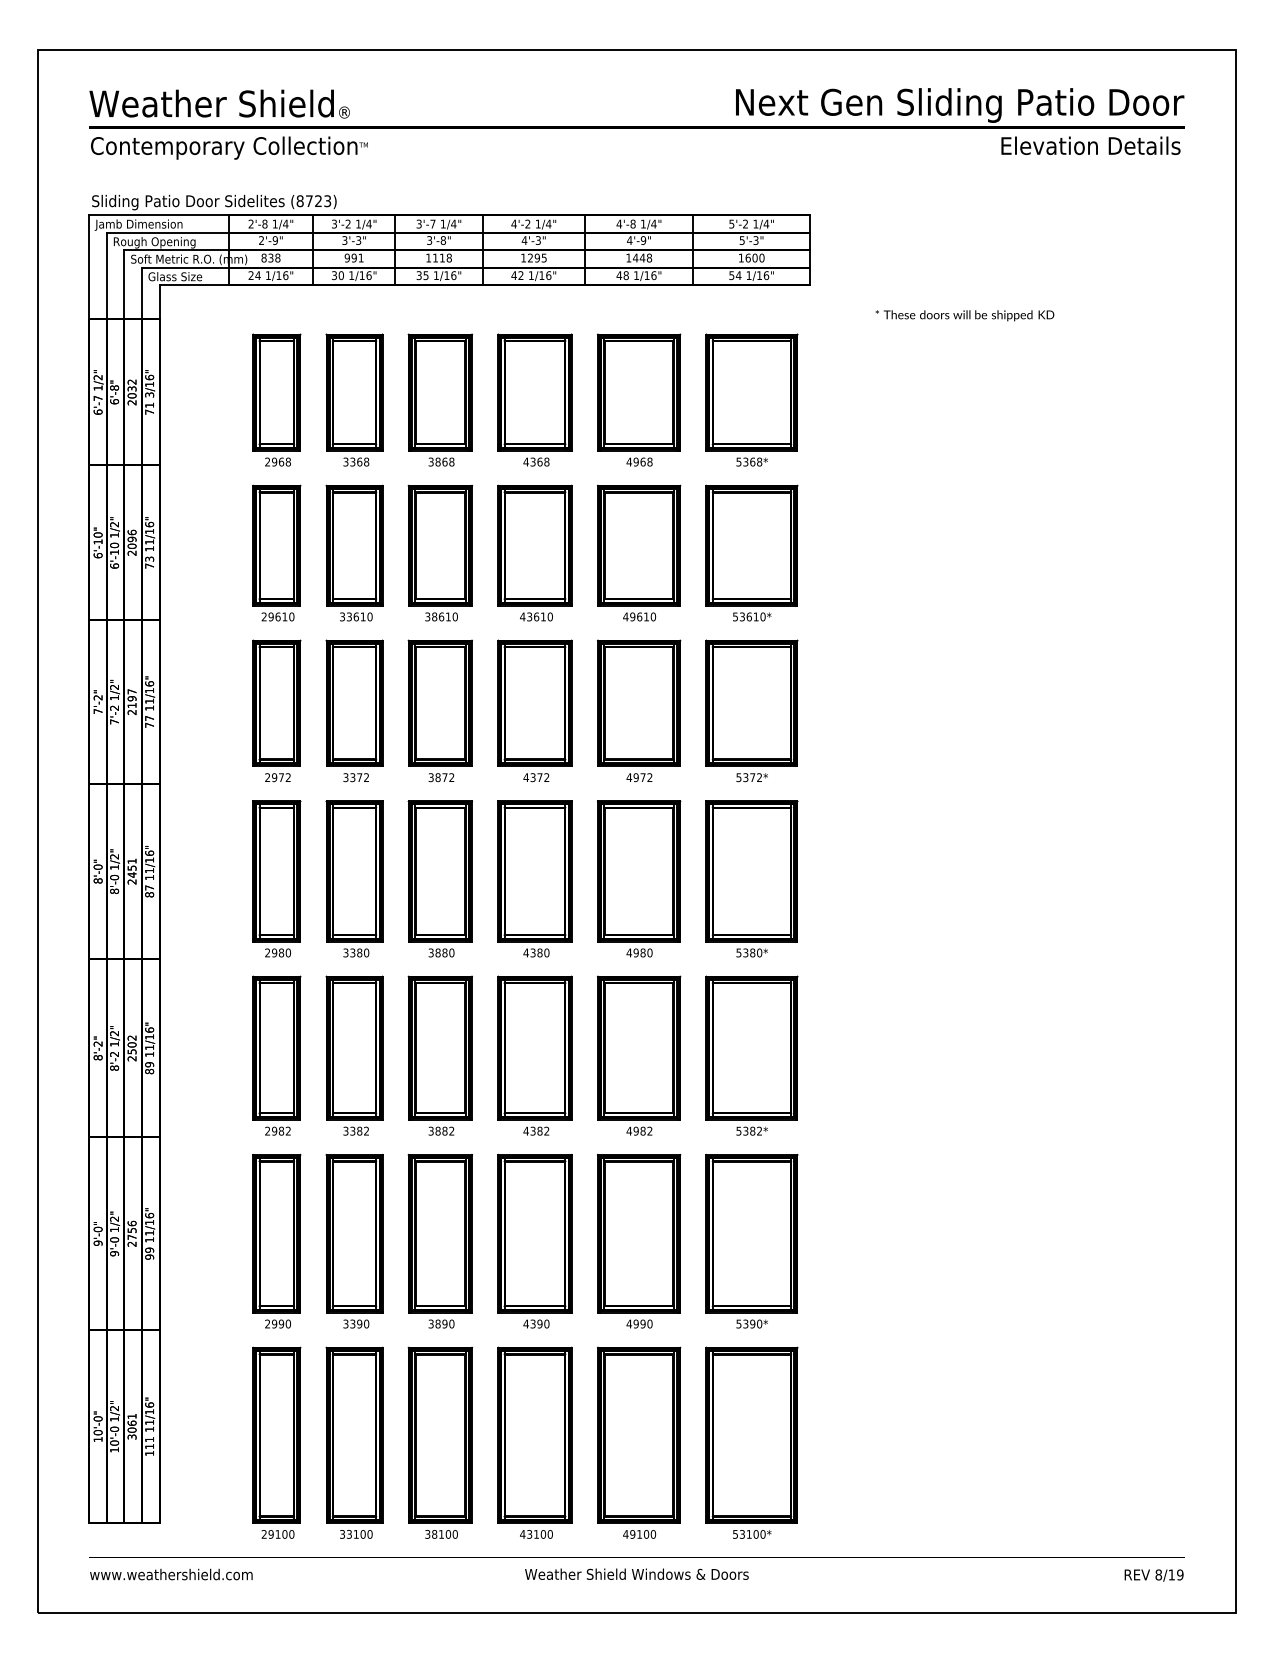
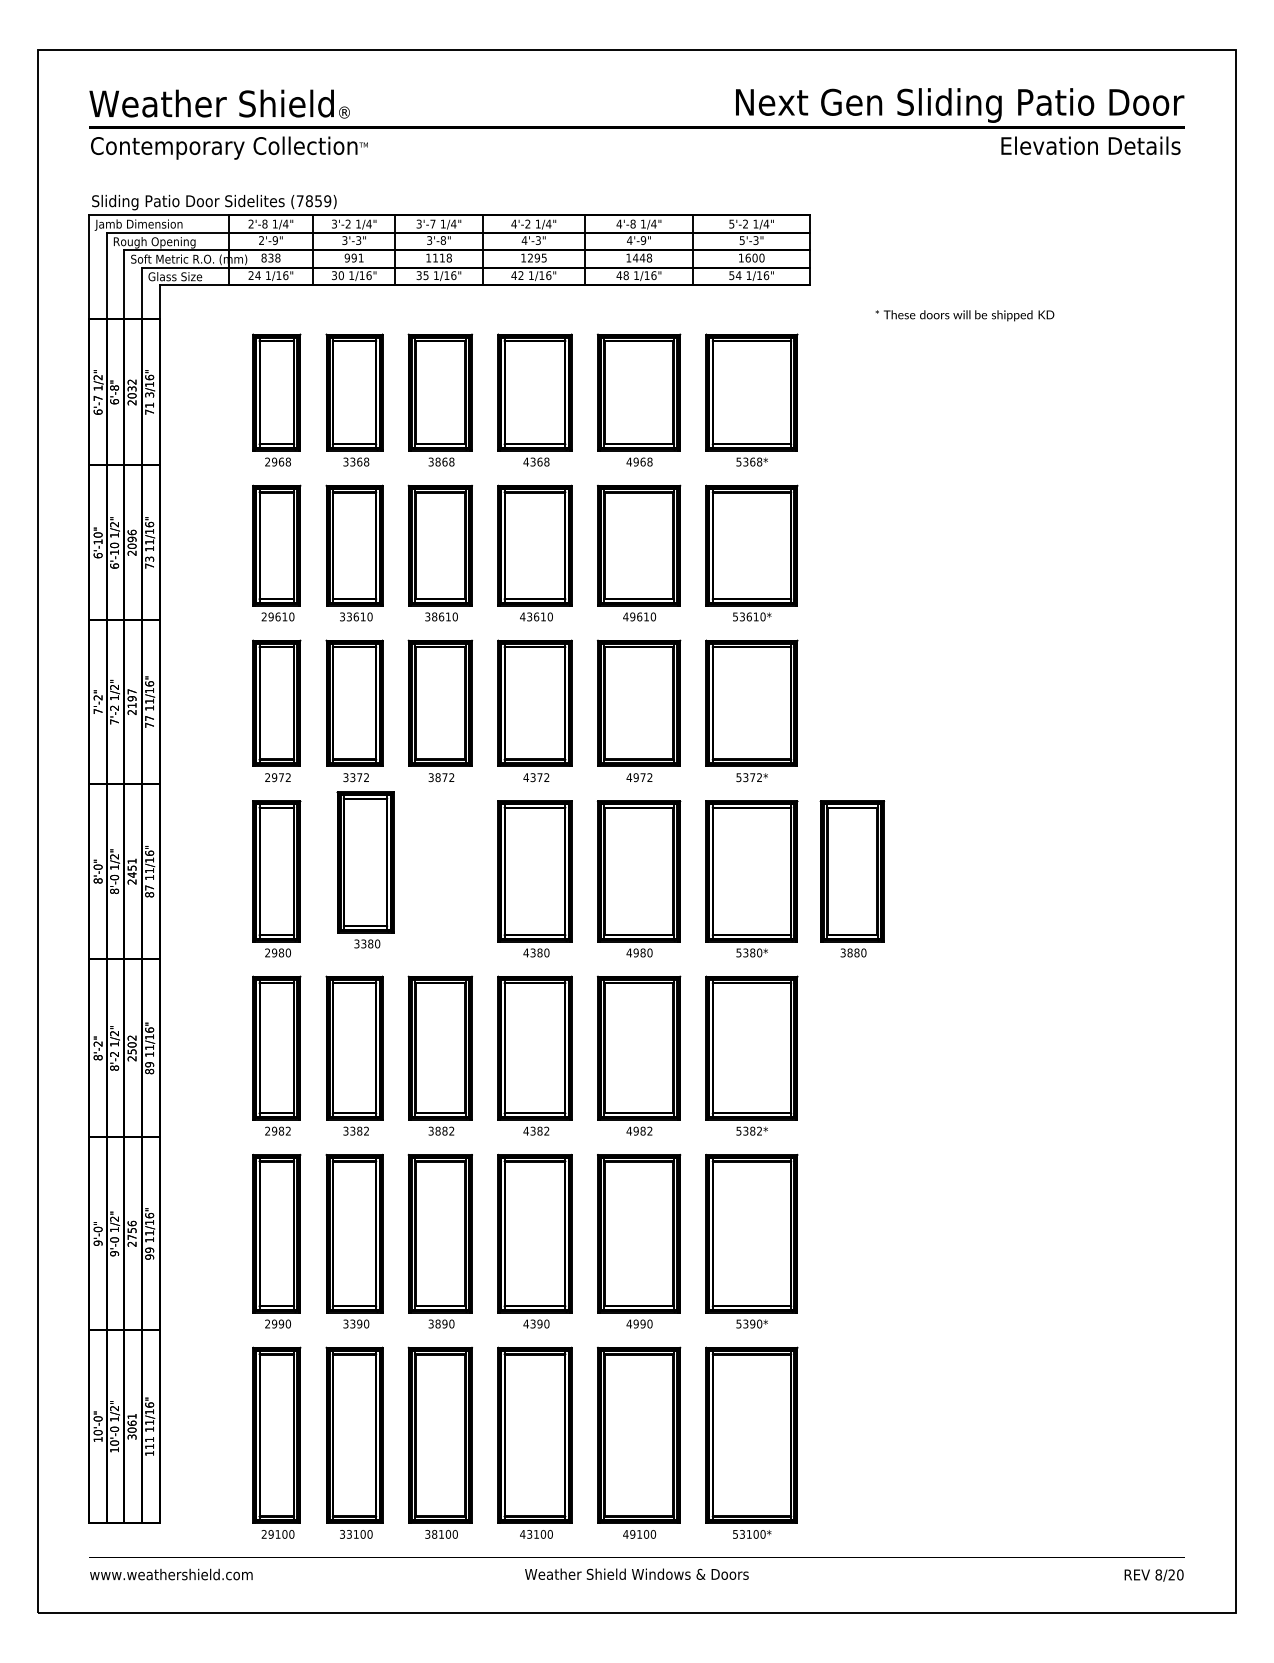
text at (313, 201): (8723) -> (7859)
part at (354, 878) position: (354, 878) -> (365, 869)
part at (440, 878) position: (440, 878) -> (852, 878)
text at (1175, 1574): 8/19 -> 8/20
